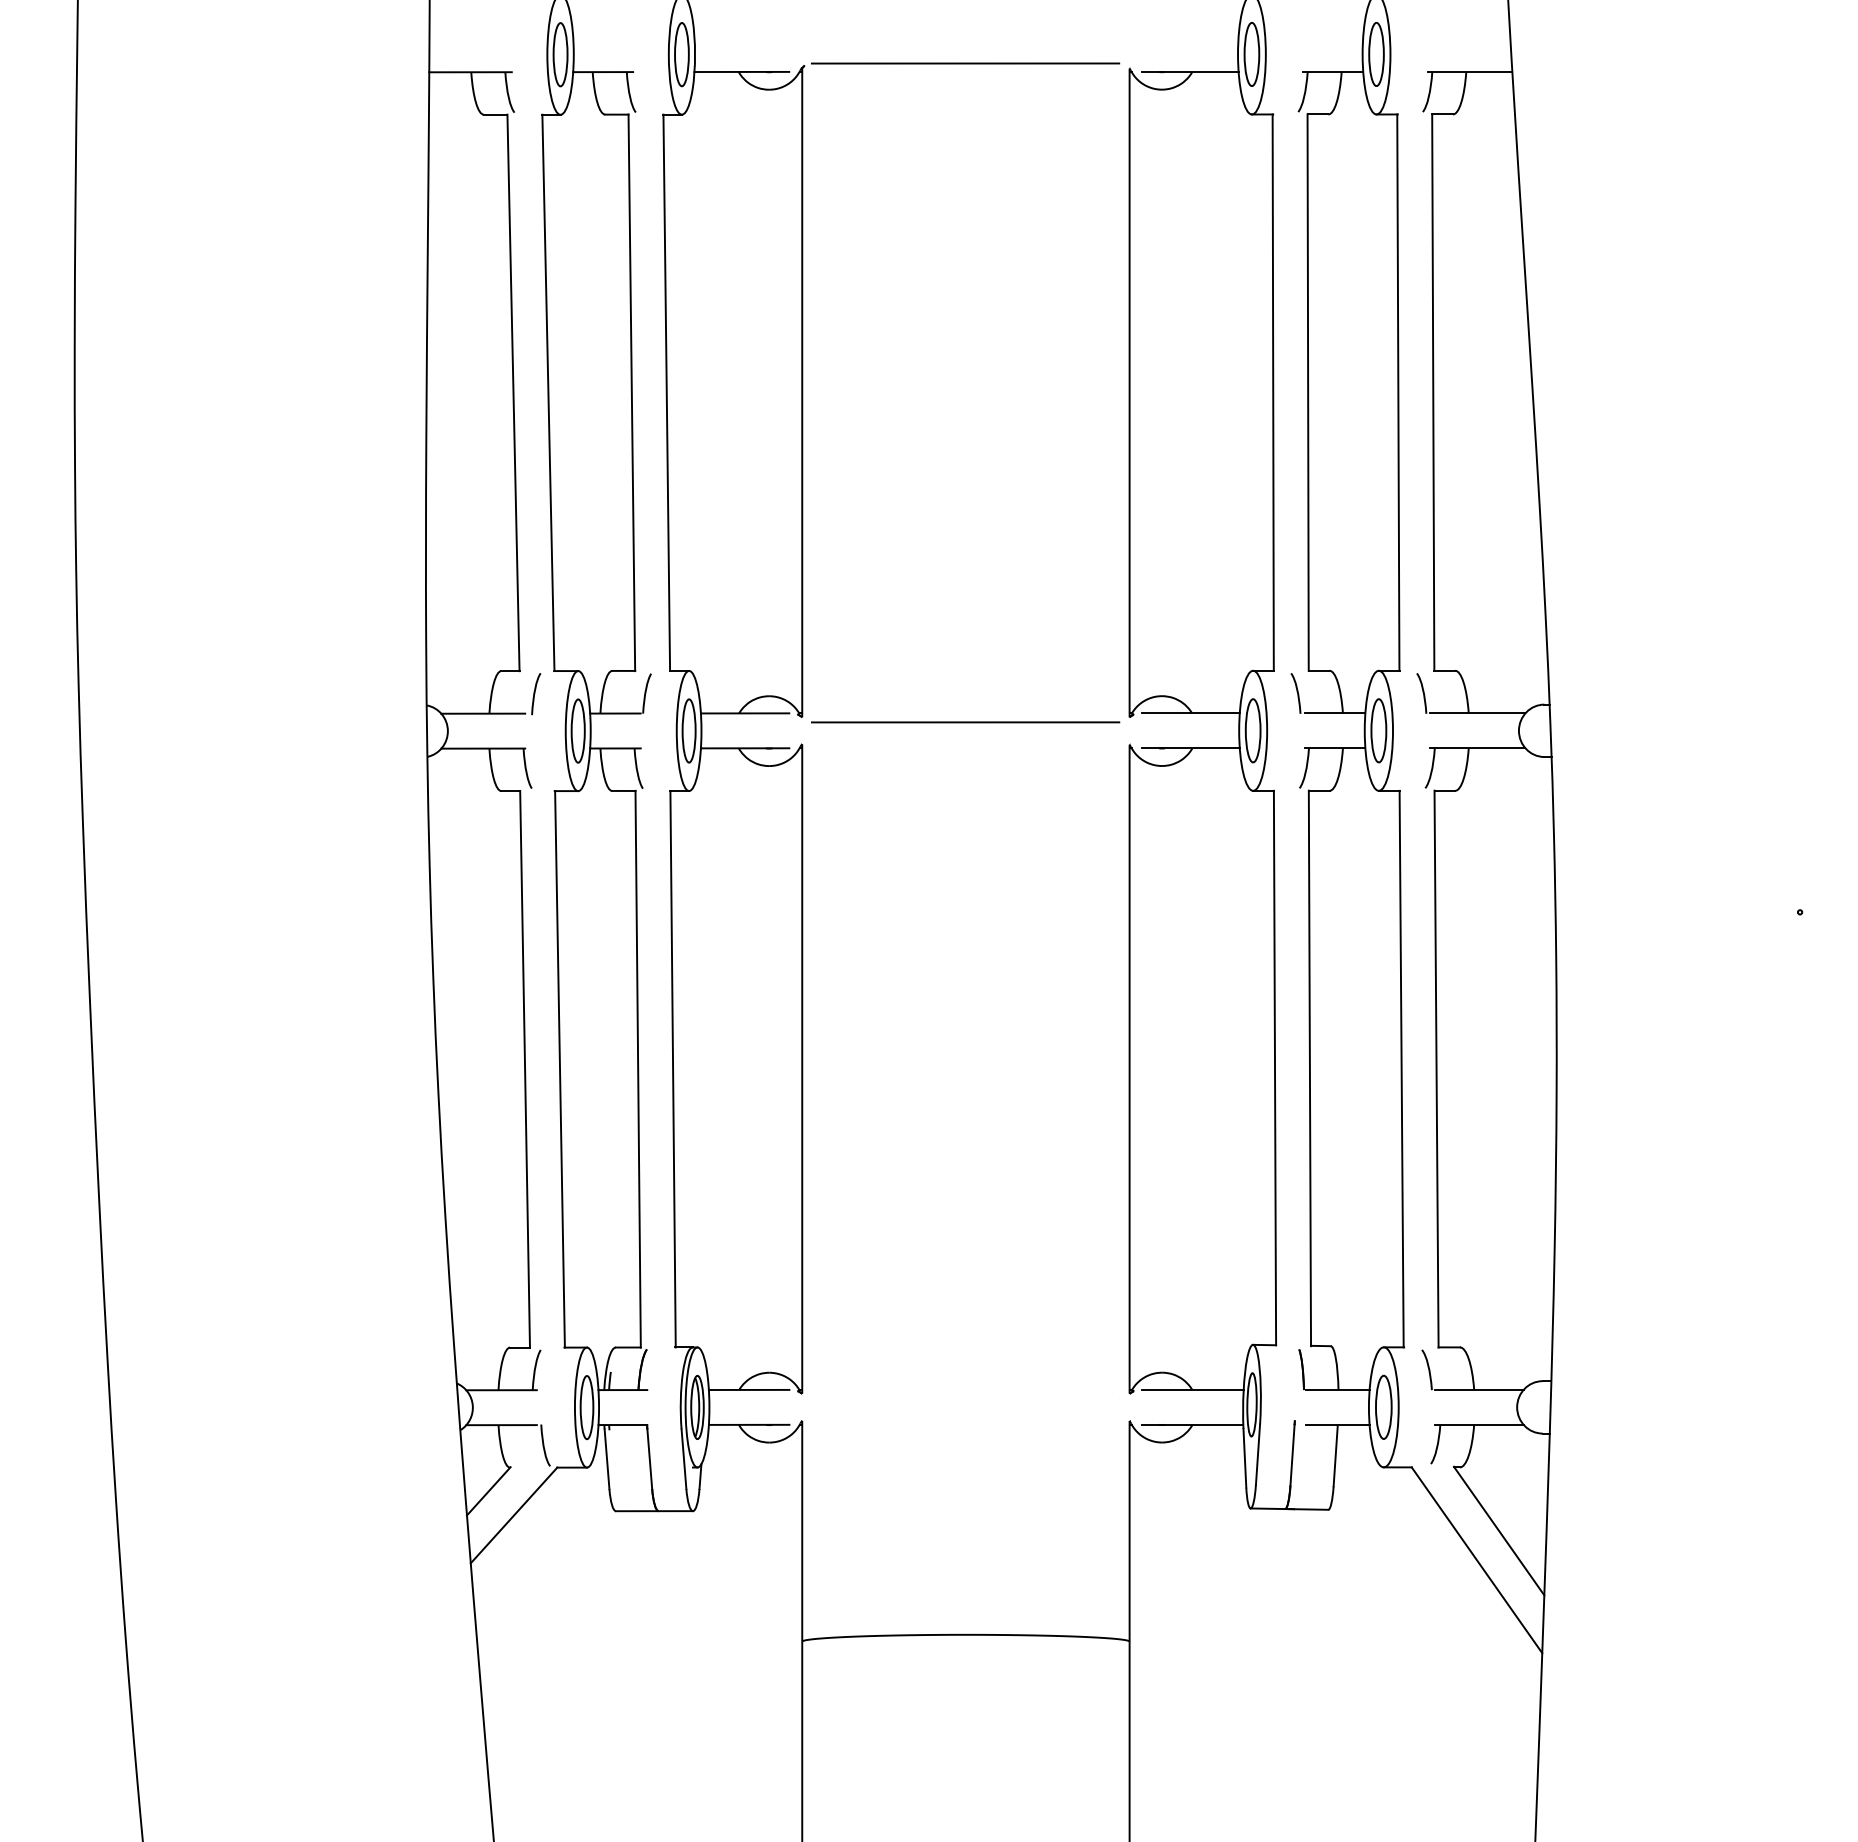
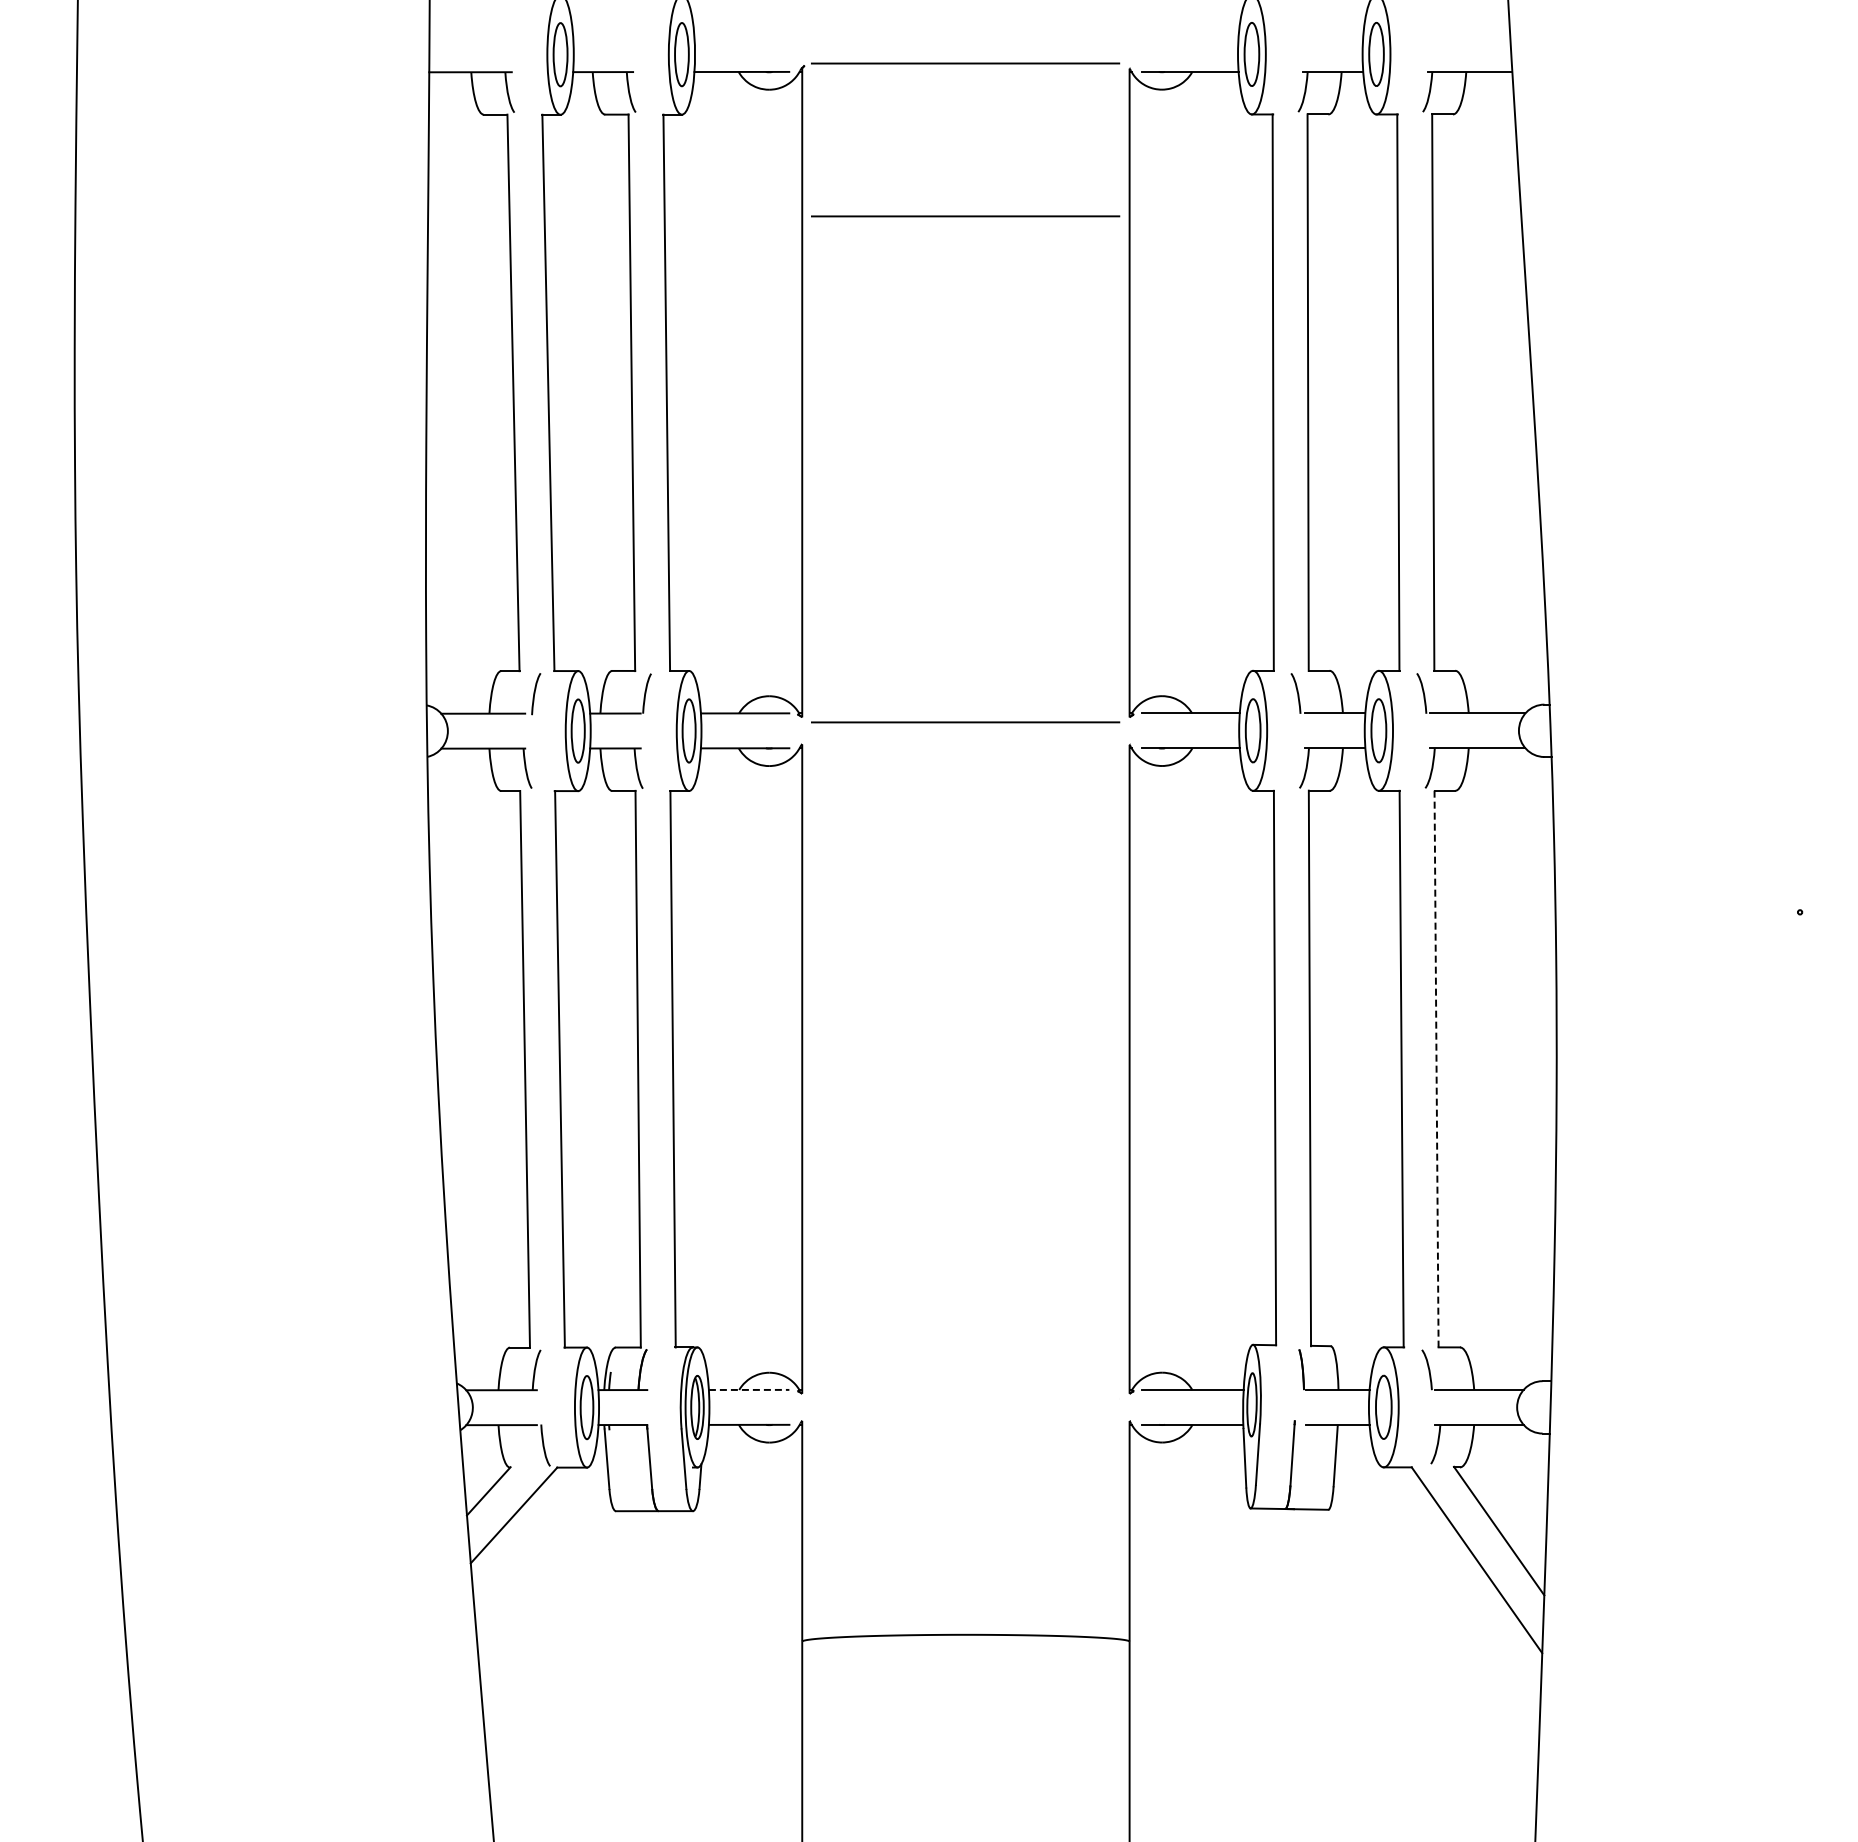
line at (965, 216): none -> present
line at (1436, 1069): solid -> dashed
line at (749, 1389): solid -> dashed
